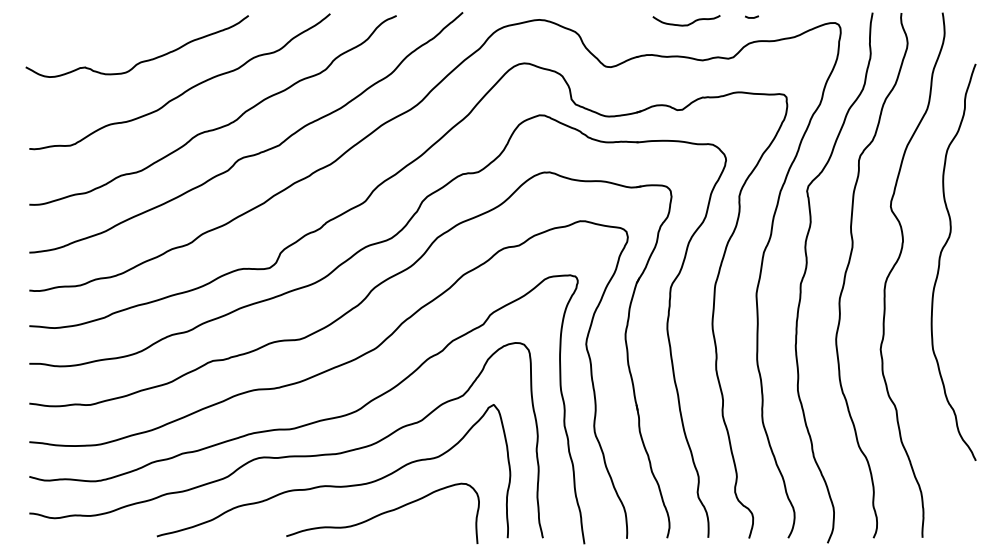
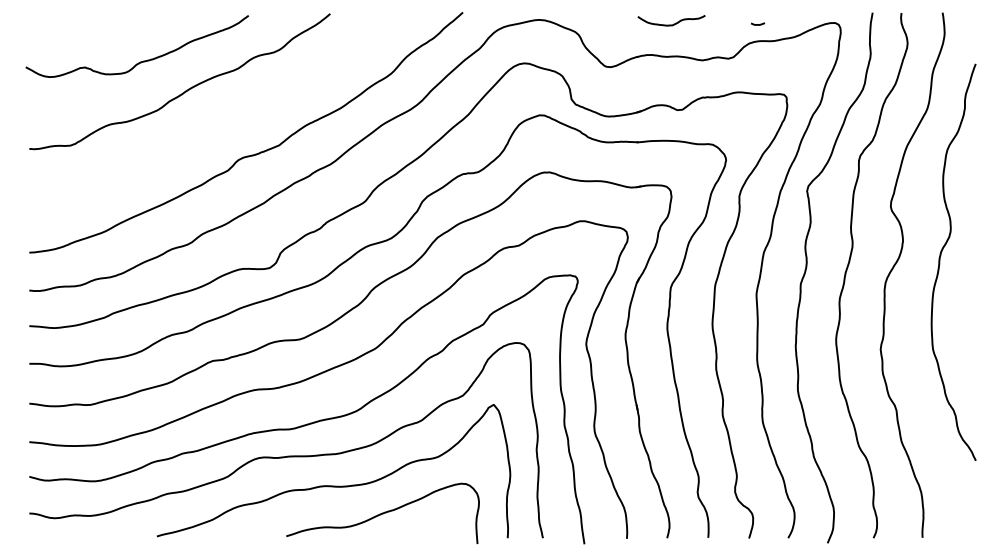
curve at (752, 17) position: (752, 17) -> (758, 24)
curve at (688, 23) position: (688, 23) -> (673, 23)
curve at (217, 127): present -> none
